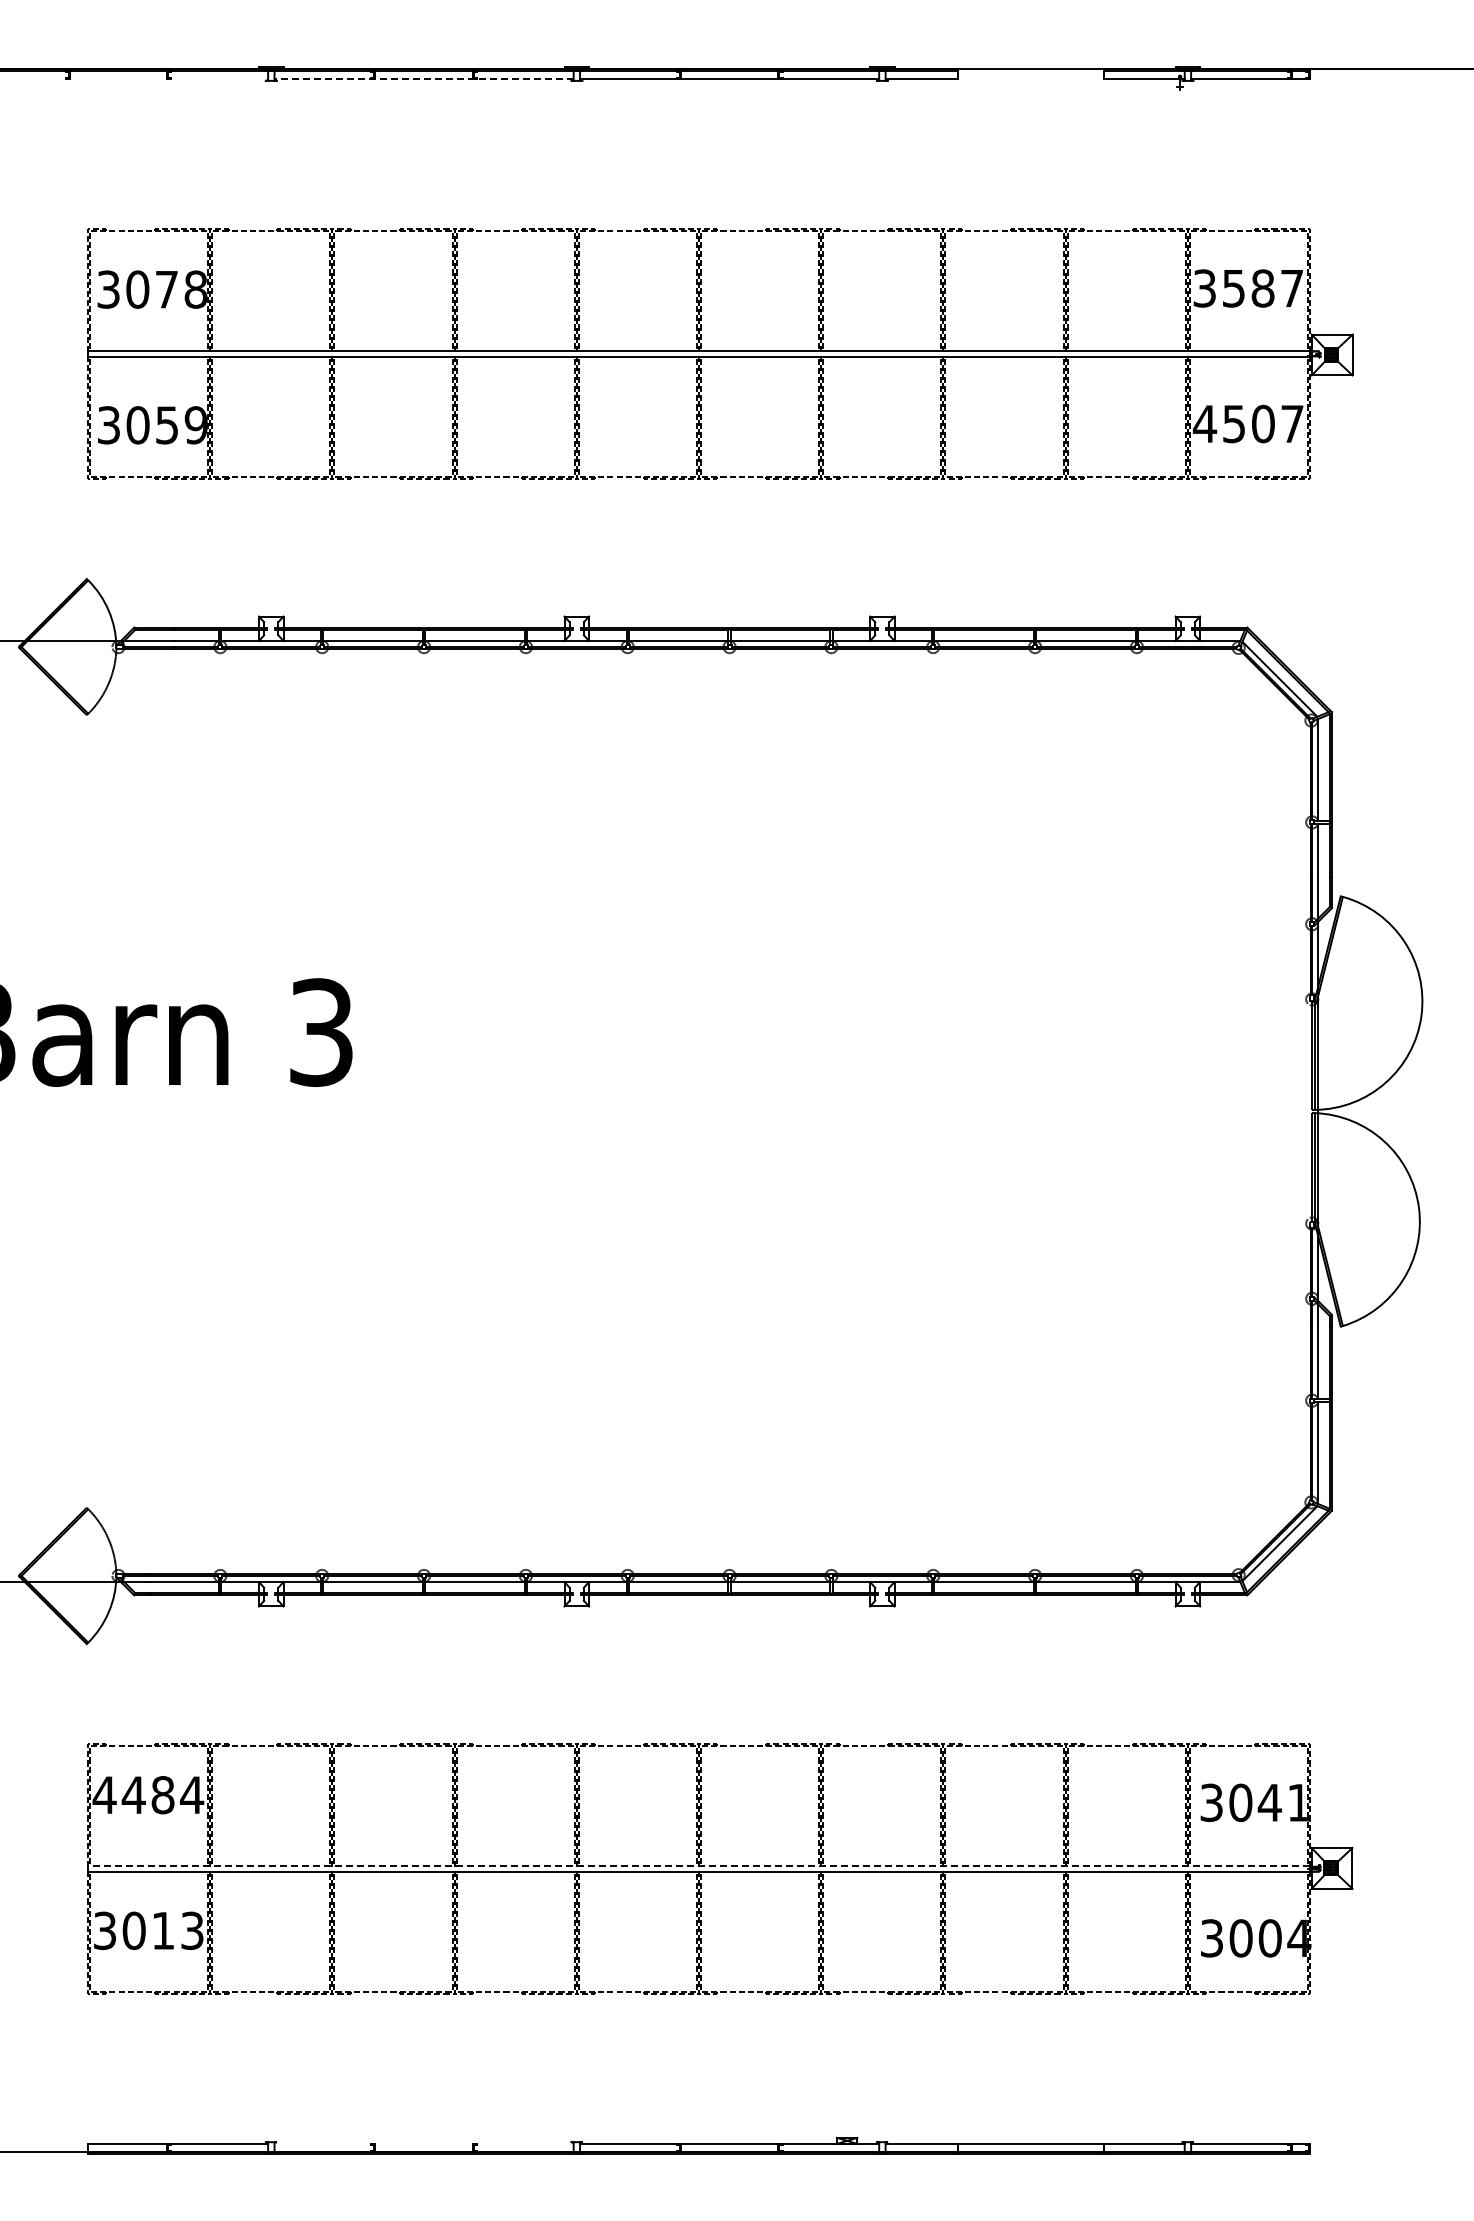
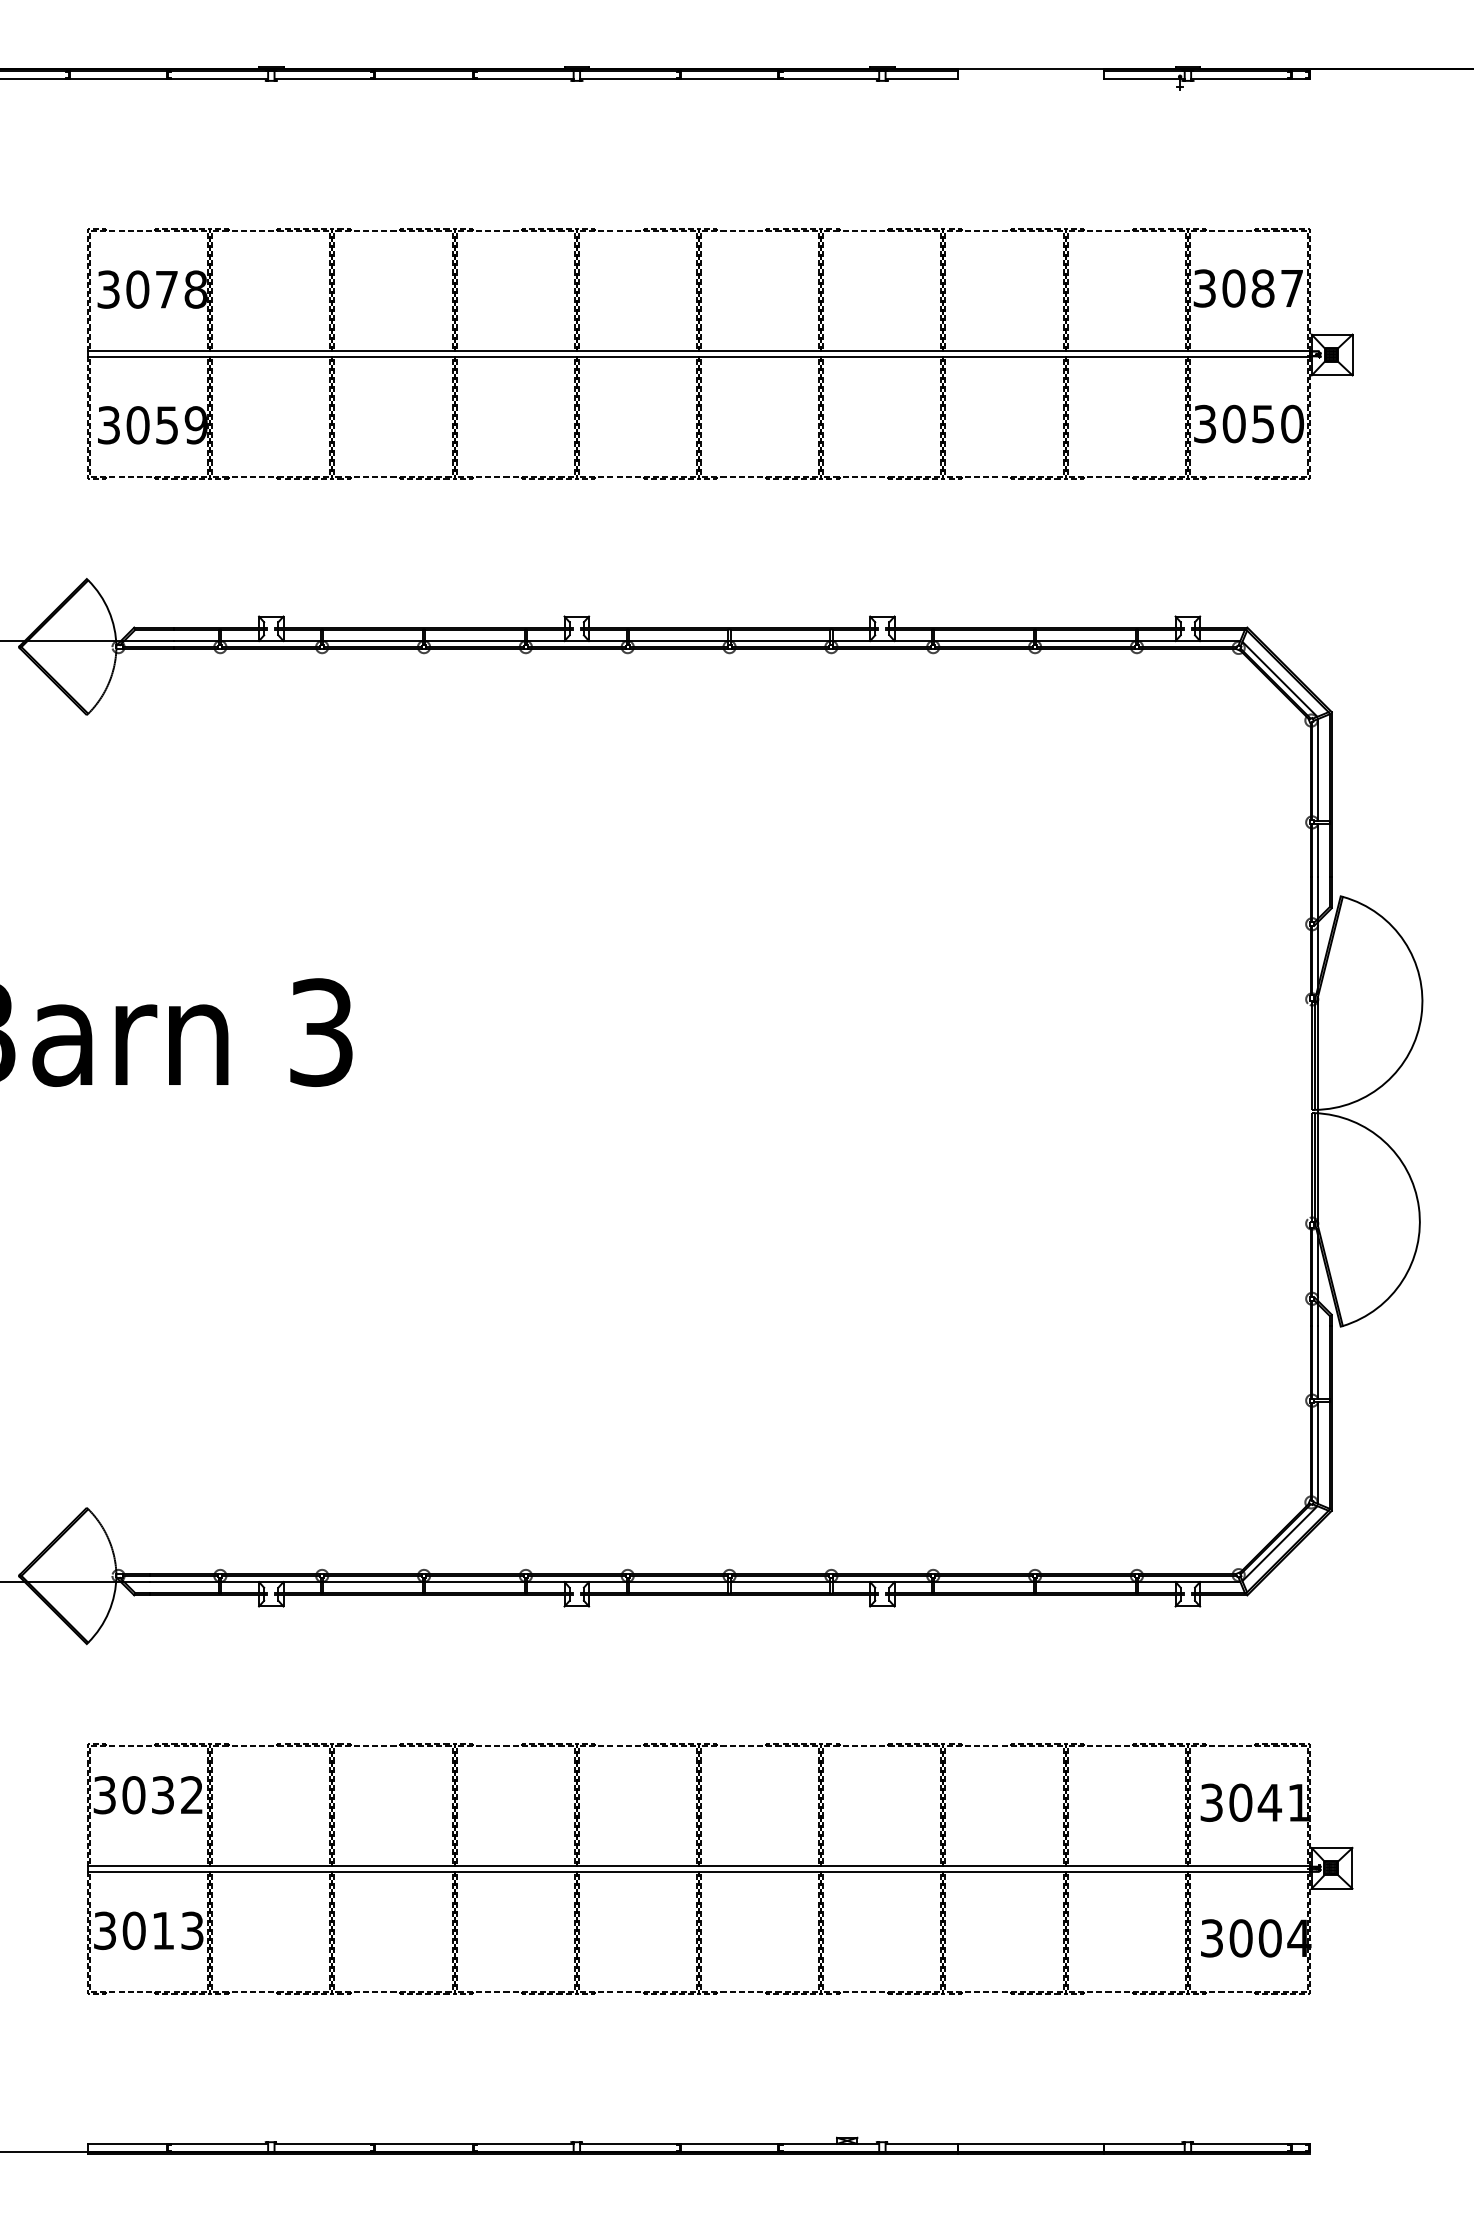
line at (135, 78): none -> present
line at (424, 78): dashed -> solid
text at (1233, 288): 3587 -> 3087
text at (1248, 423): 4507 -> 3050
text at (148, 1795): 4484 -> 3032
line at (698, 1866): dashed -> solid
line at (423, 2144): none -> present
